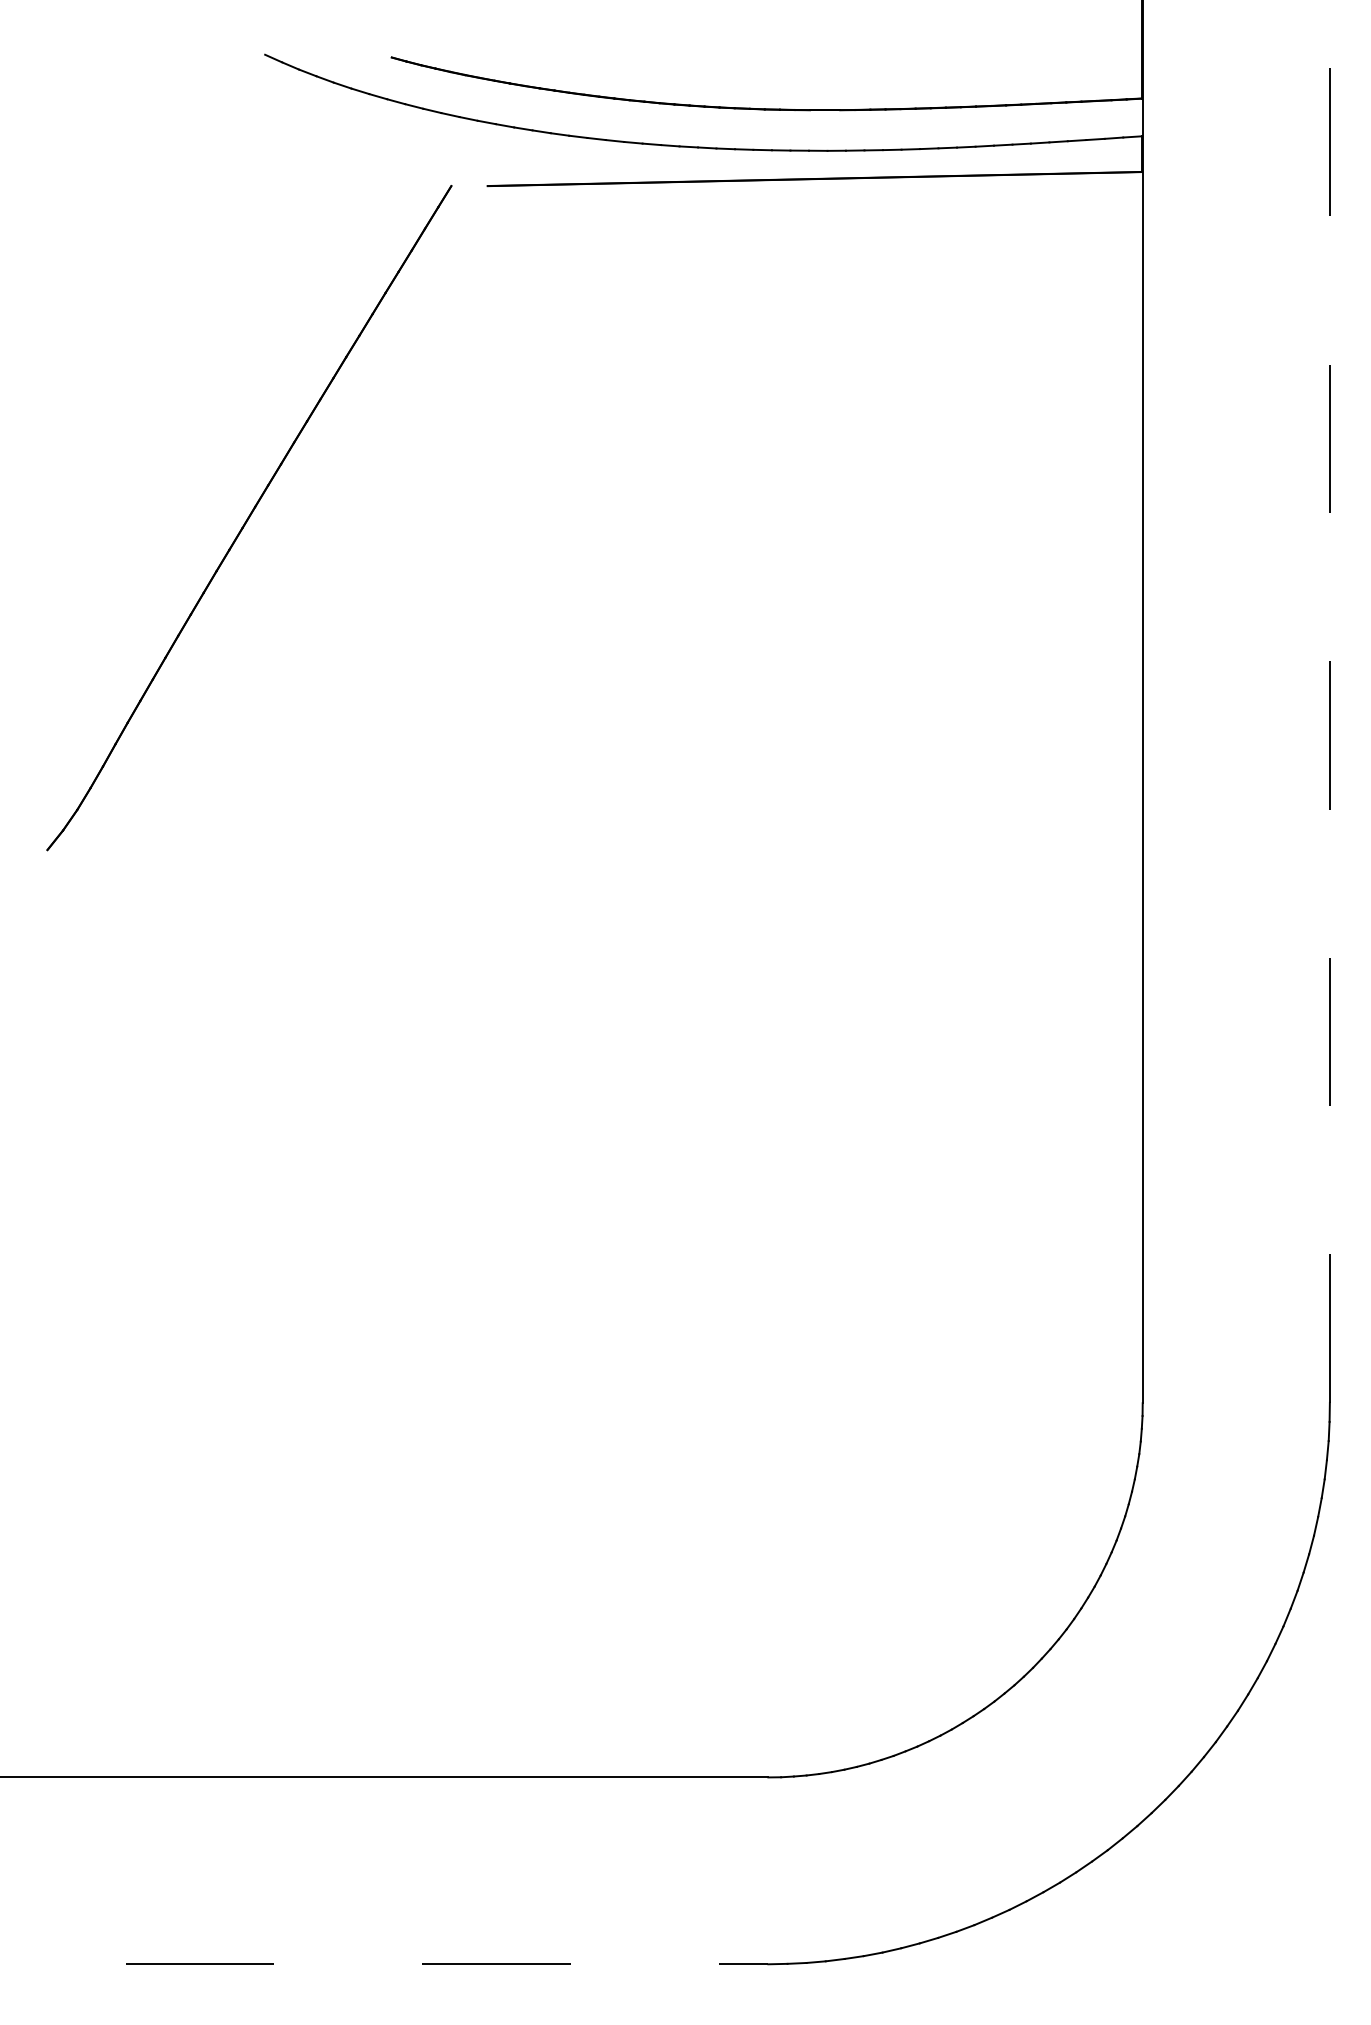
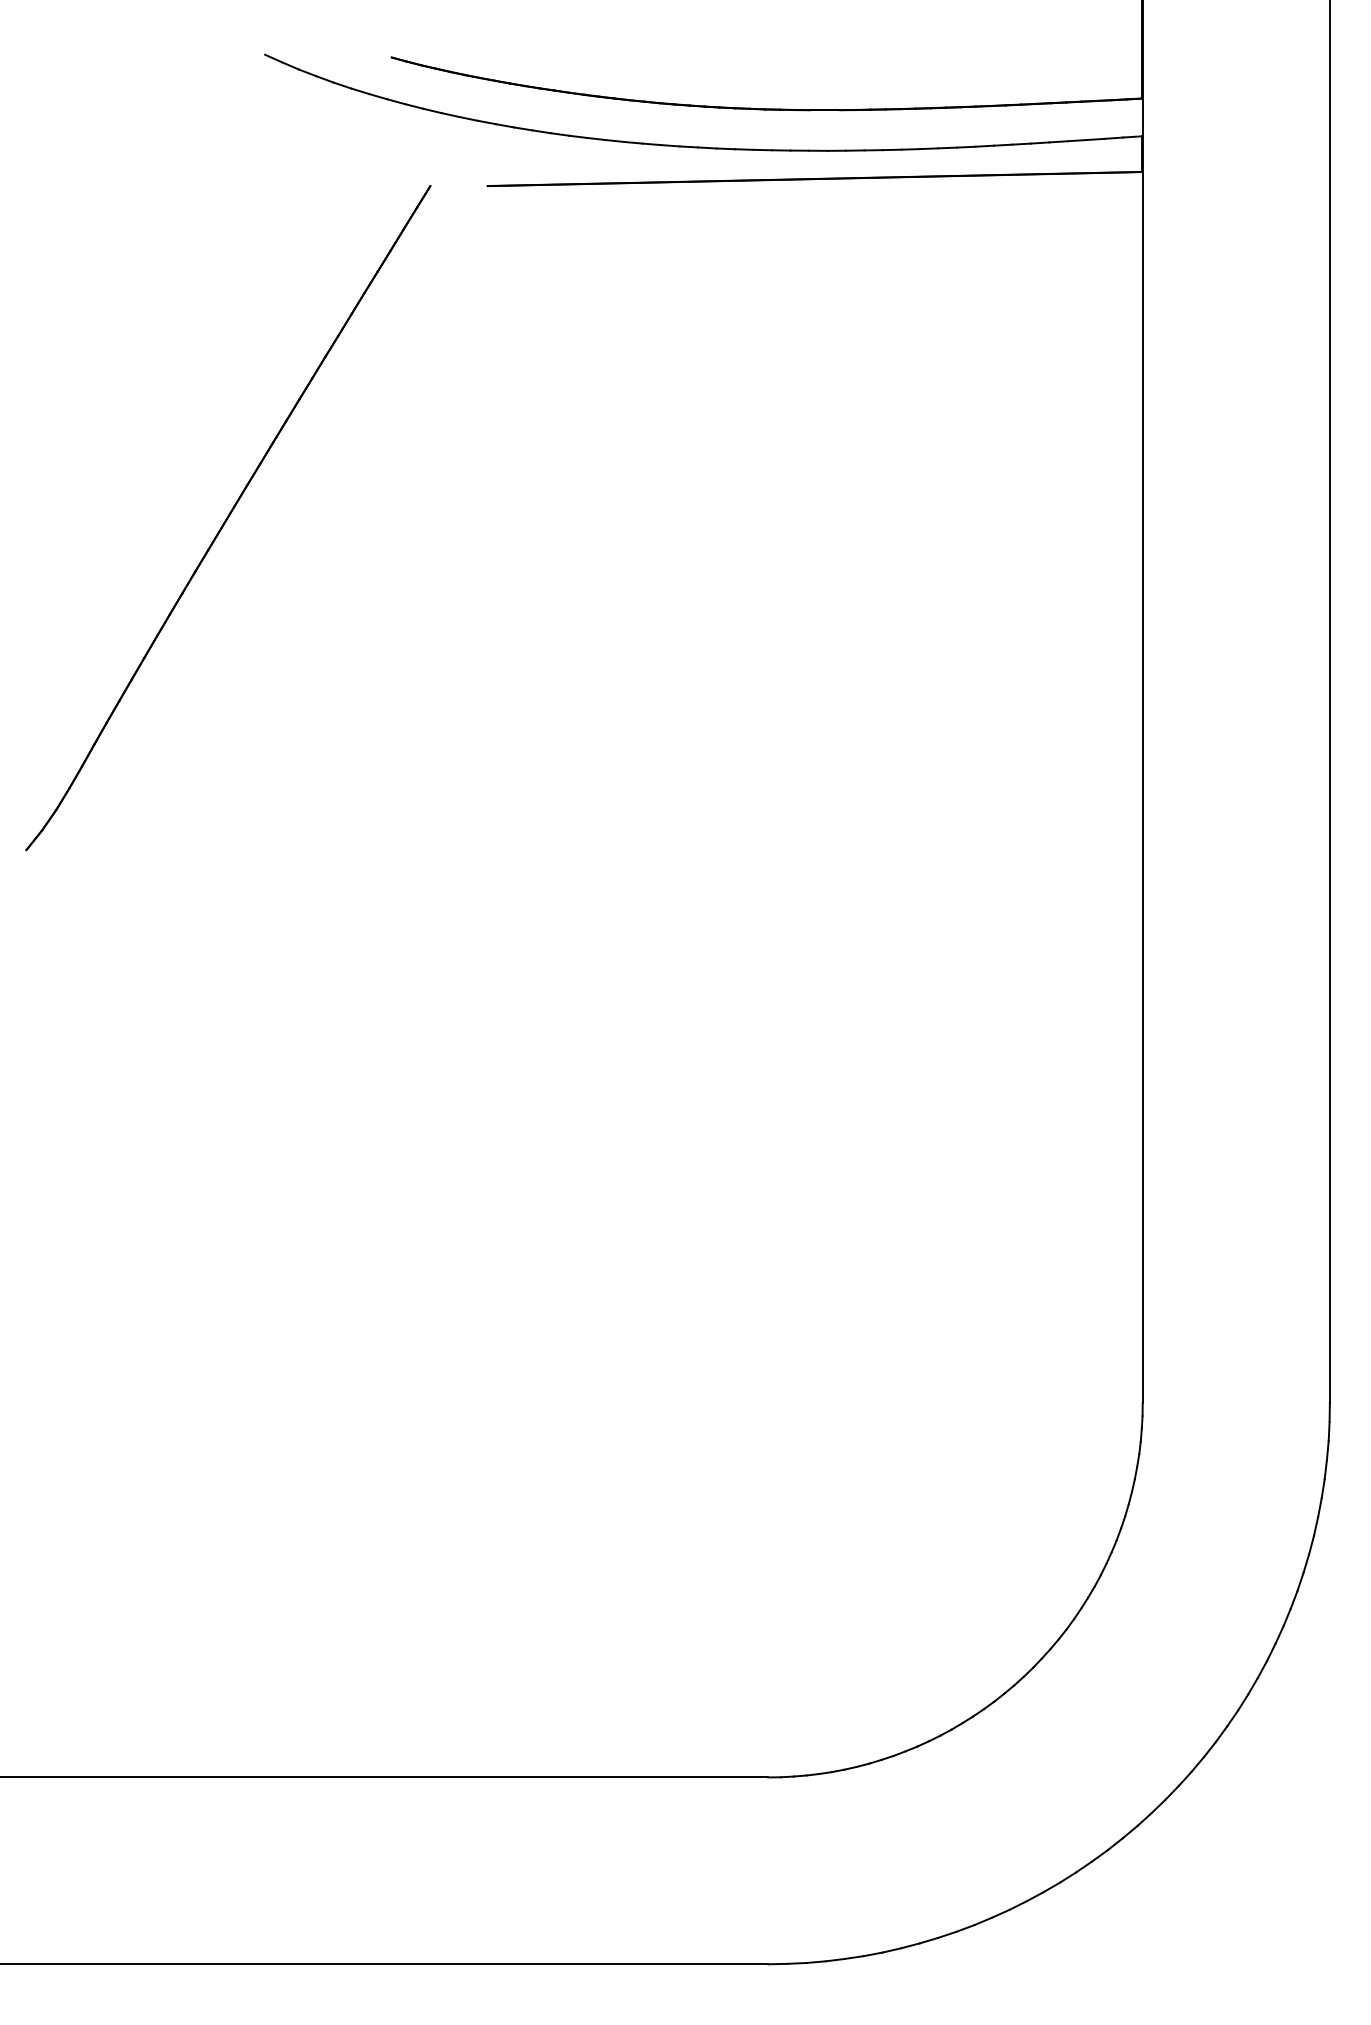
part at (249, 518) position: (249, 518) -> (228, 518)
line at (1329, 701): dashed -> solid
line at (384, 1964): dashed -> solid
